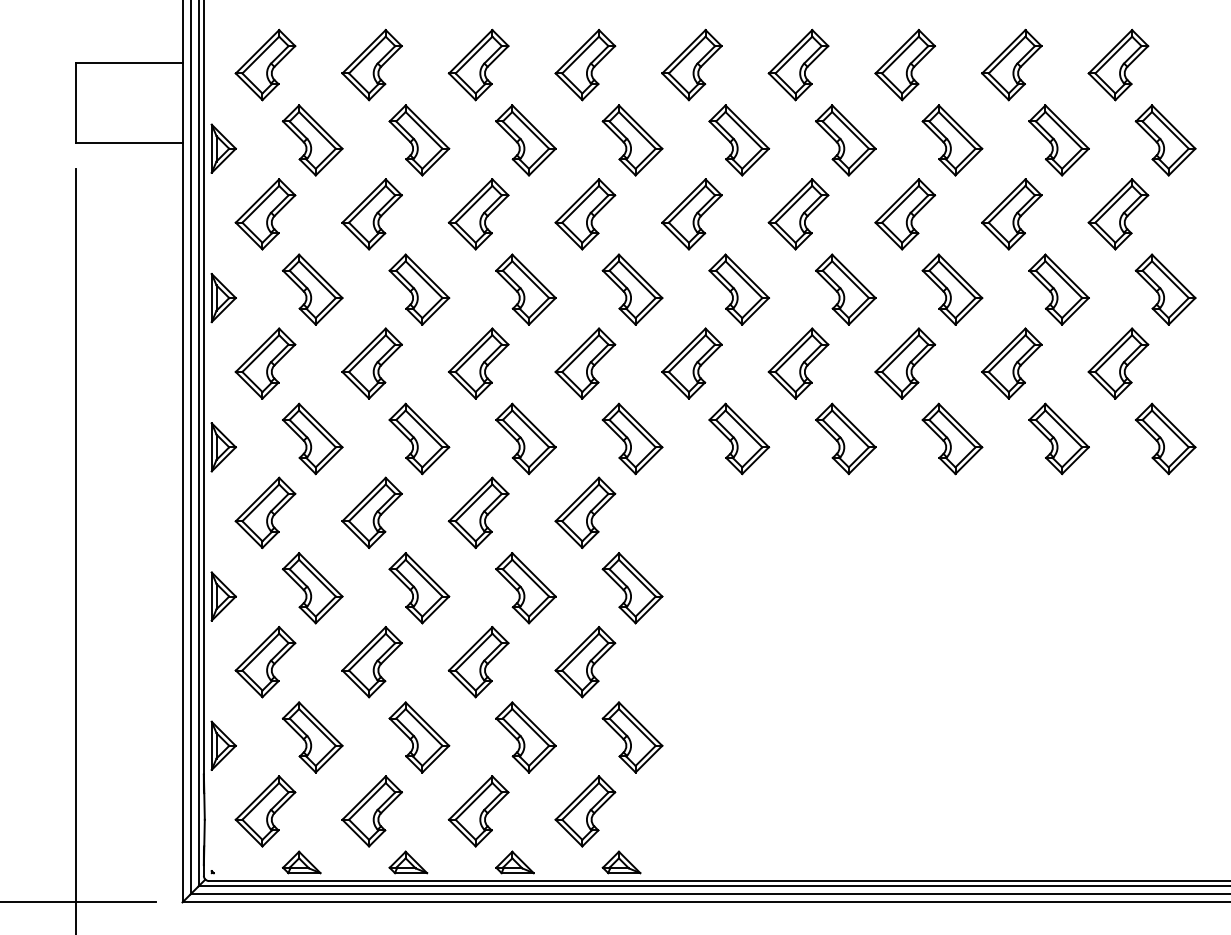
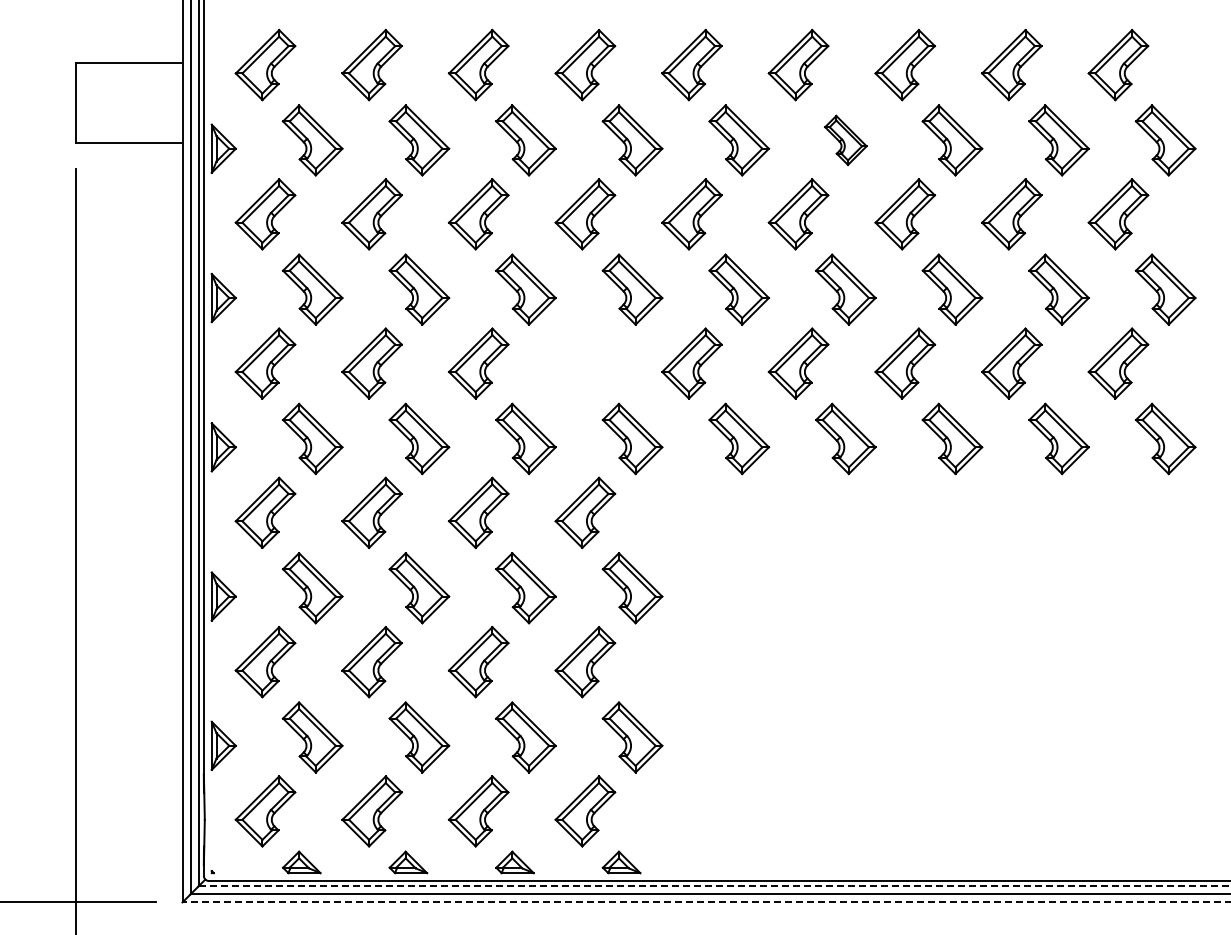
part at (845, 140) size: 62x73 px -> 44x52 px
part at (585, 363): present -> none
line at (714, 886): solid -> dashed
line at (706, 902): solid -> dashed
